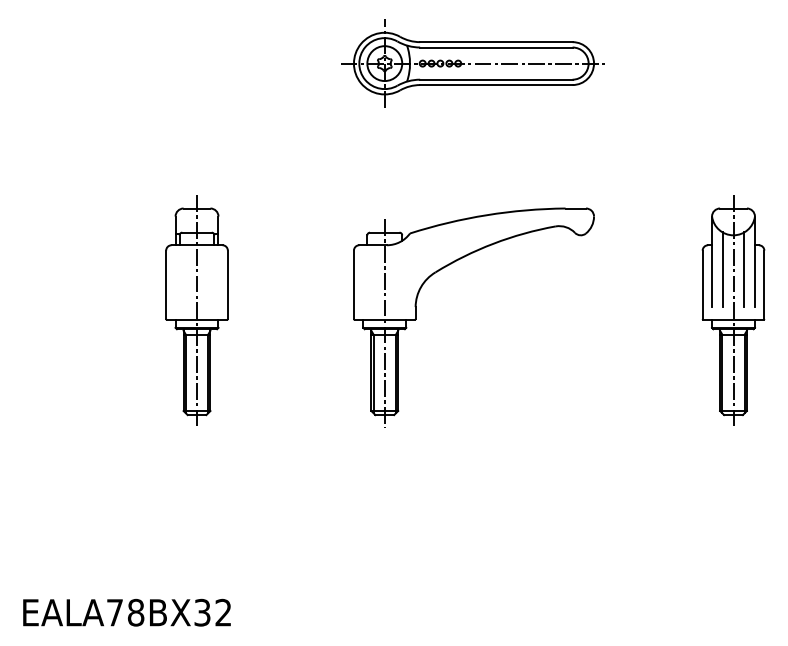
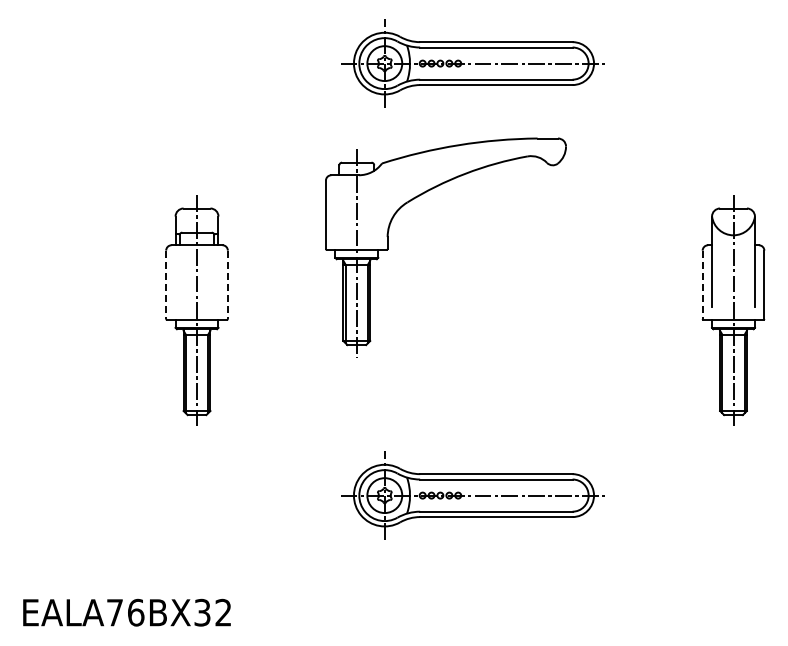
part at (444, 268) position: (444, 268) -> (416, 198)
line at (722, 269): present -> none
line at (744, 269): present -> none
line at (166, 285): solid -> dashed
line at (227, 285): solid -> dashed
line at (702, 285): solid -> dashed
part at (472, 495): none -> present
text at (135, 612): EALA78BX32 -> EALA76BX32
